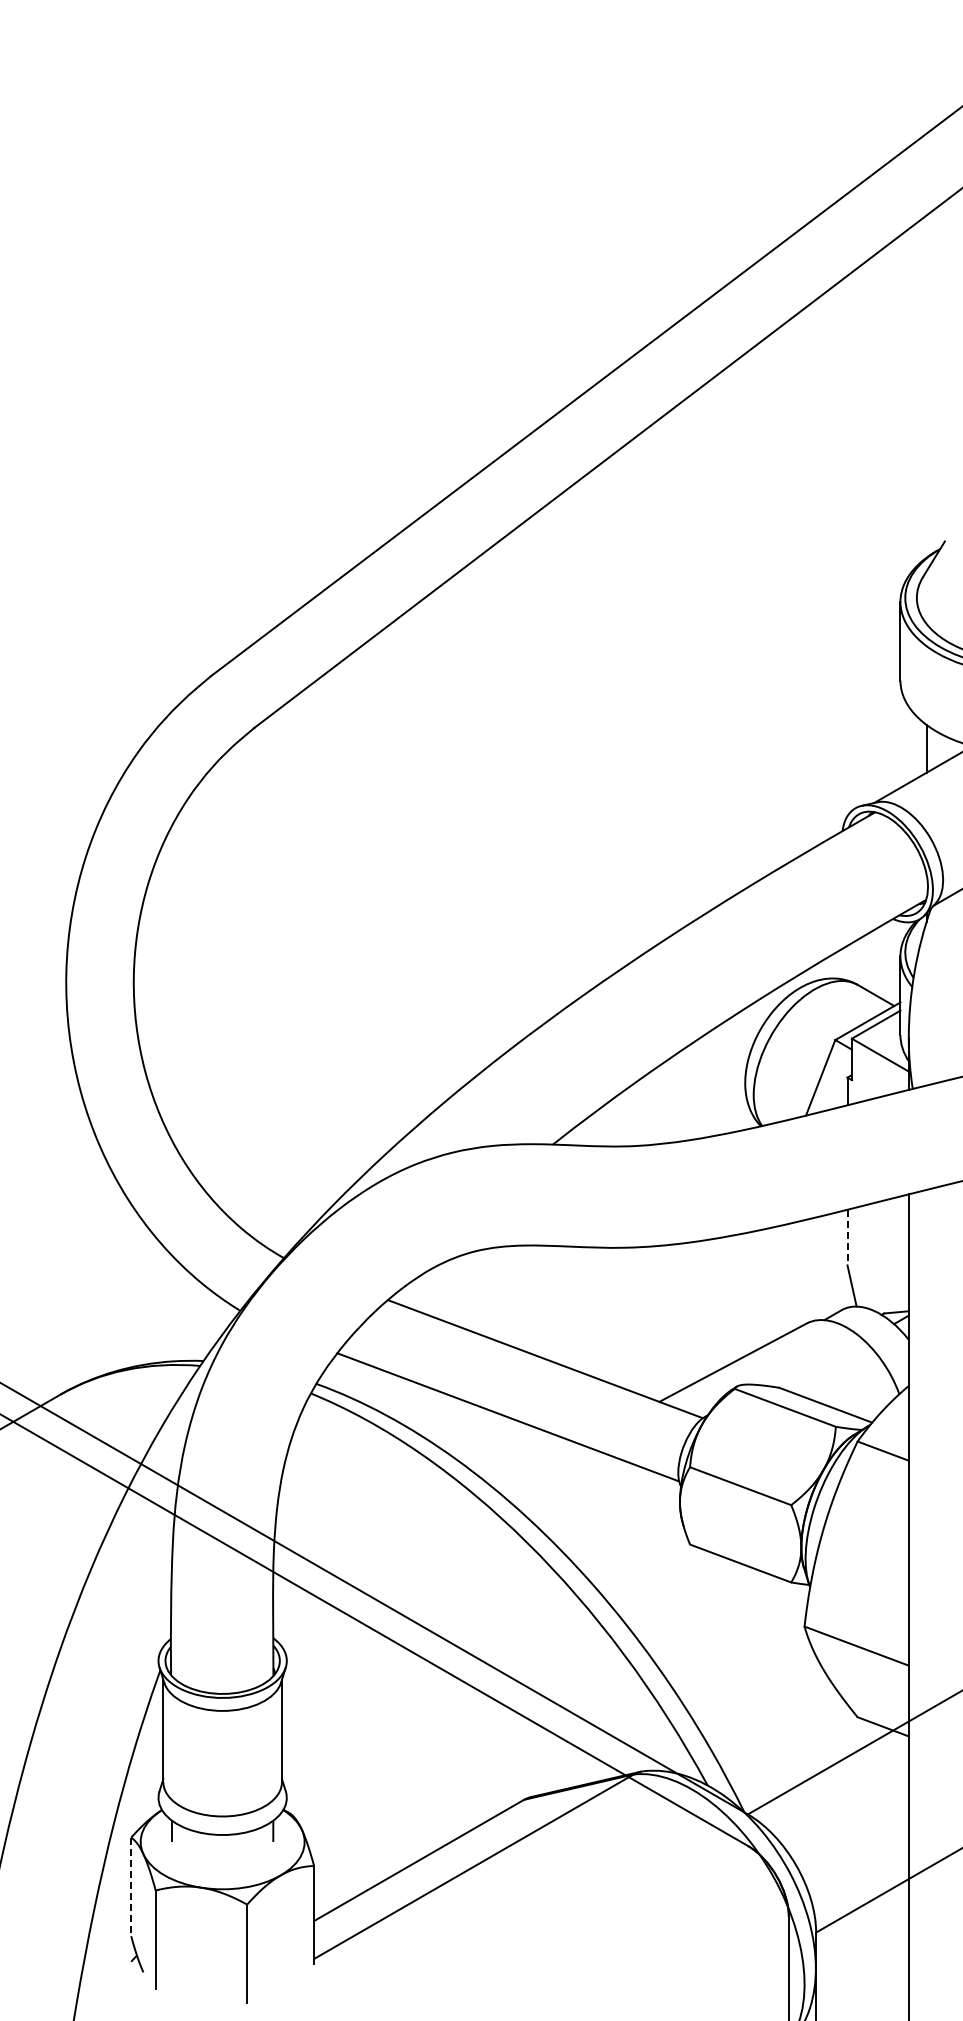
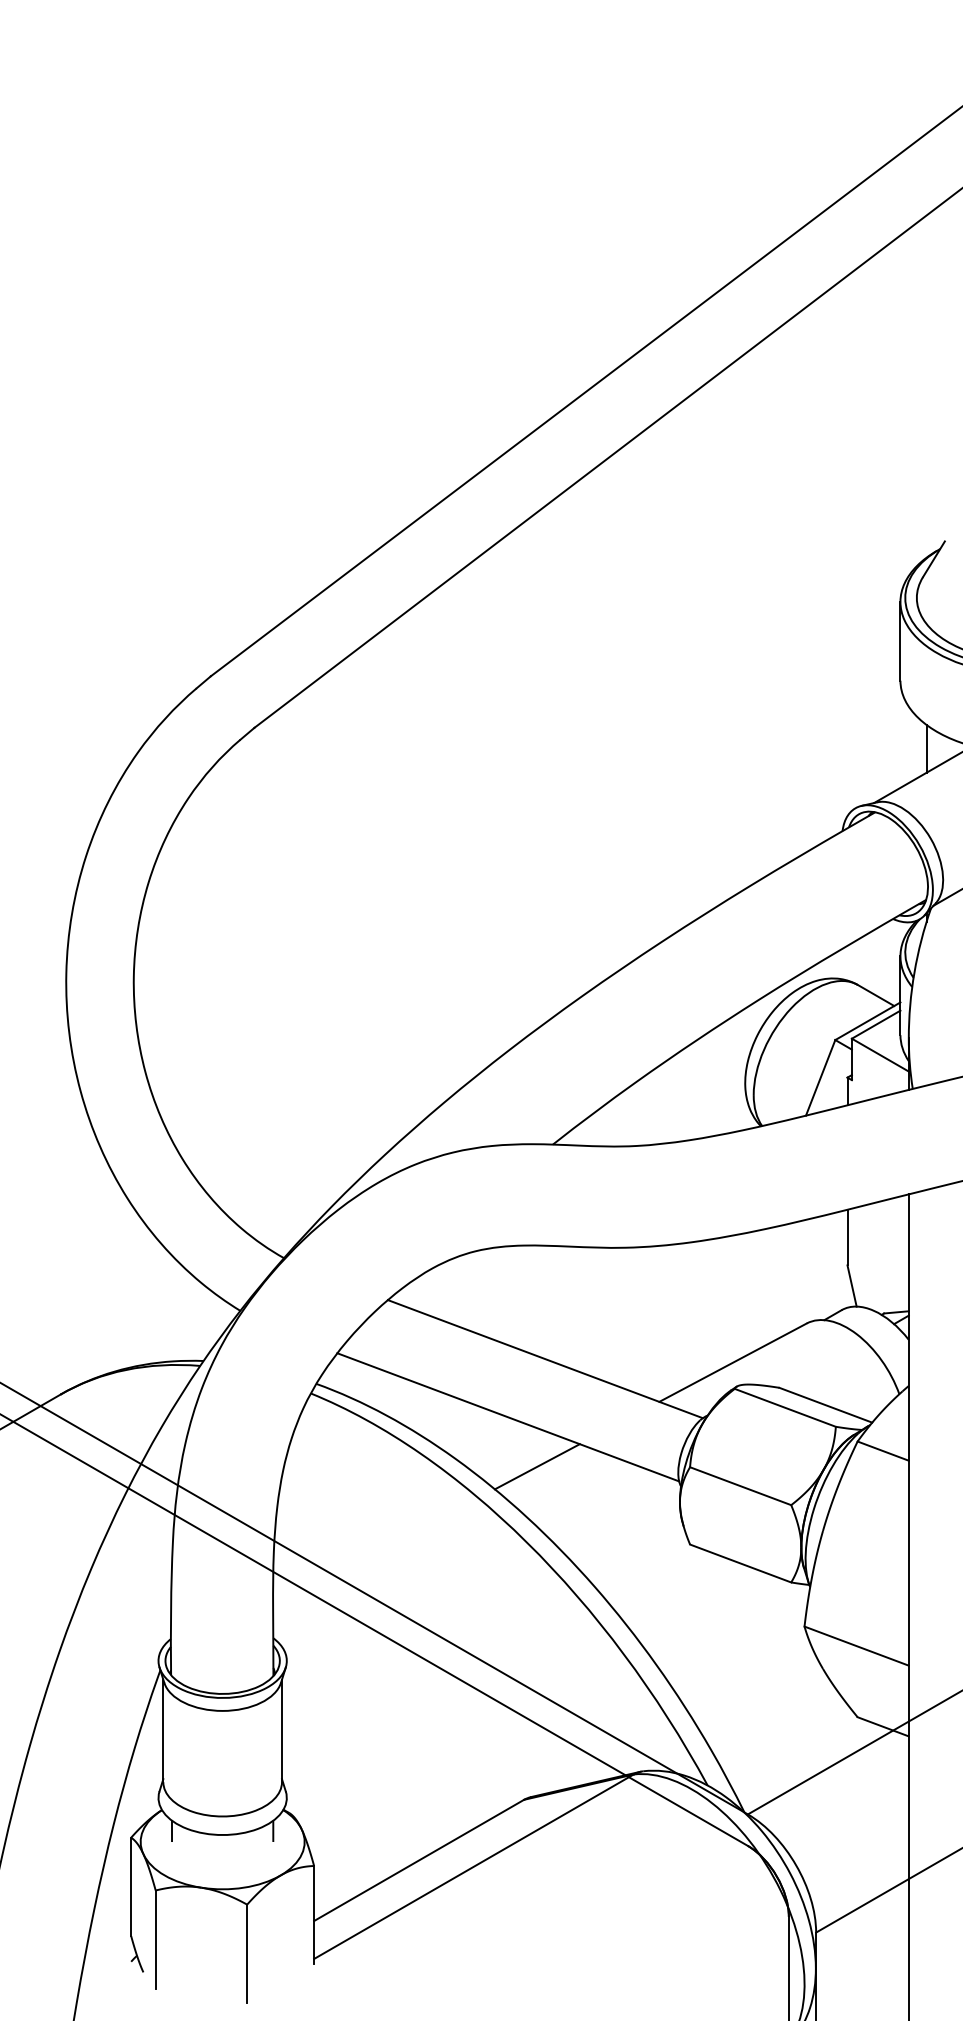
line at (847, 1237): dashed -> solid
line at (536, 1466): none -> present
line at (131, 1887): dashed -> solid
